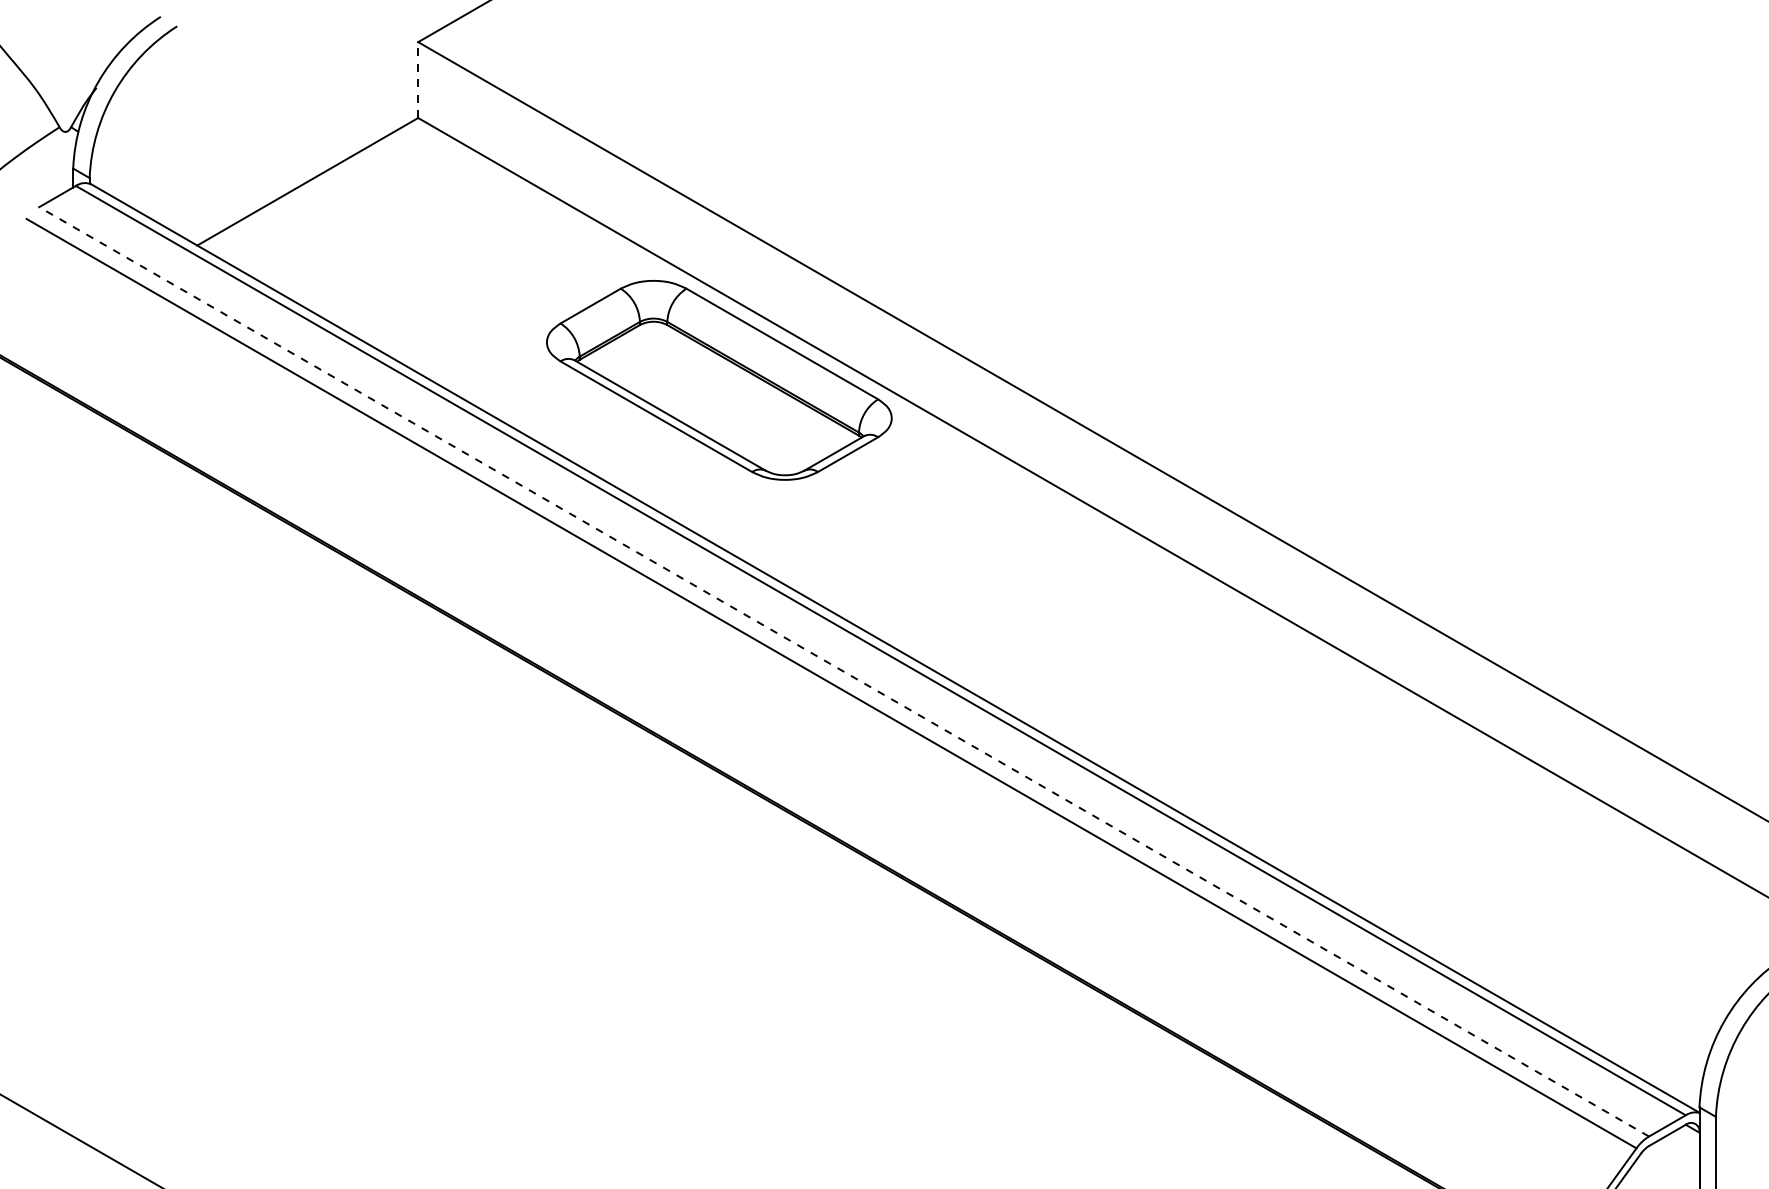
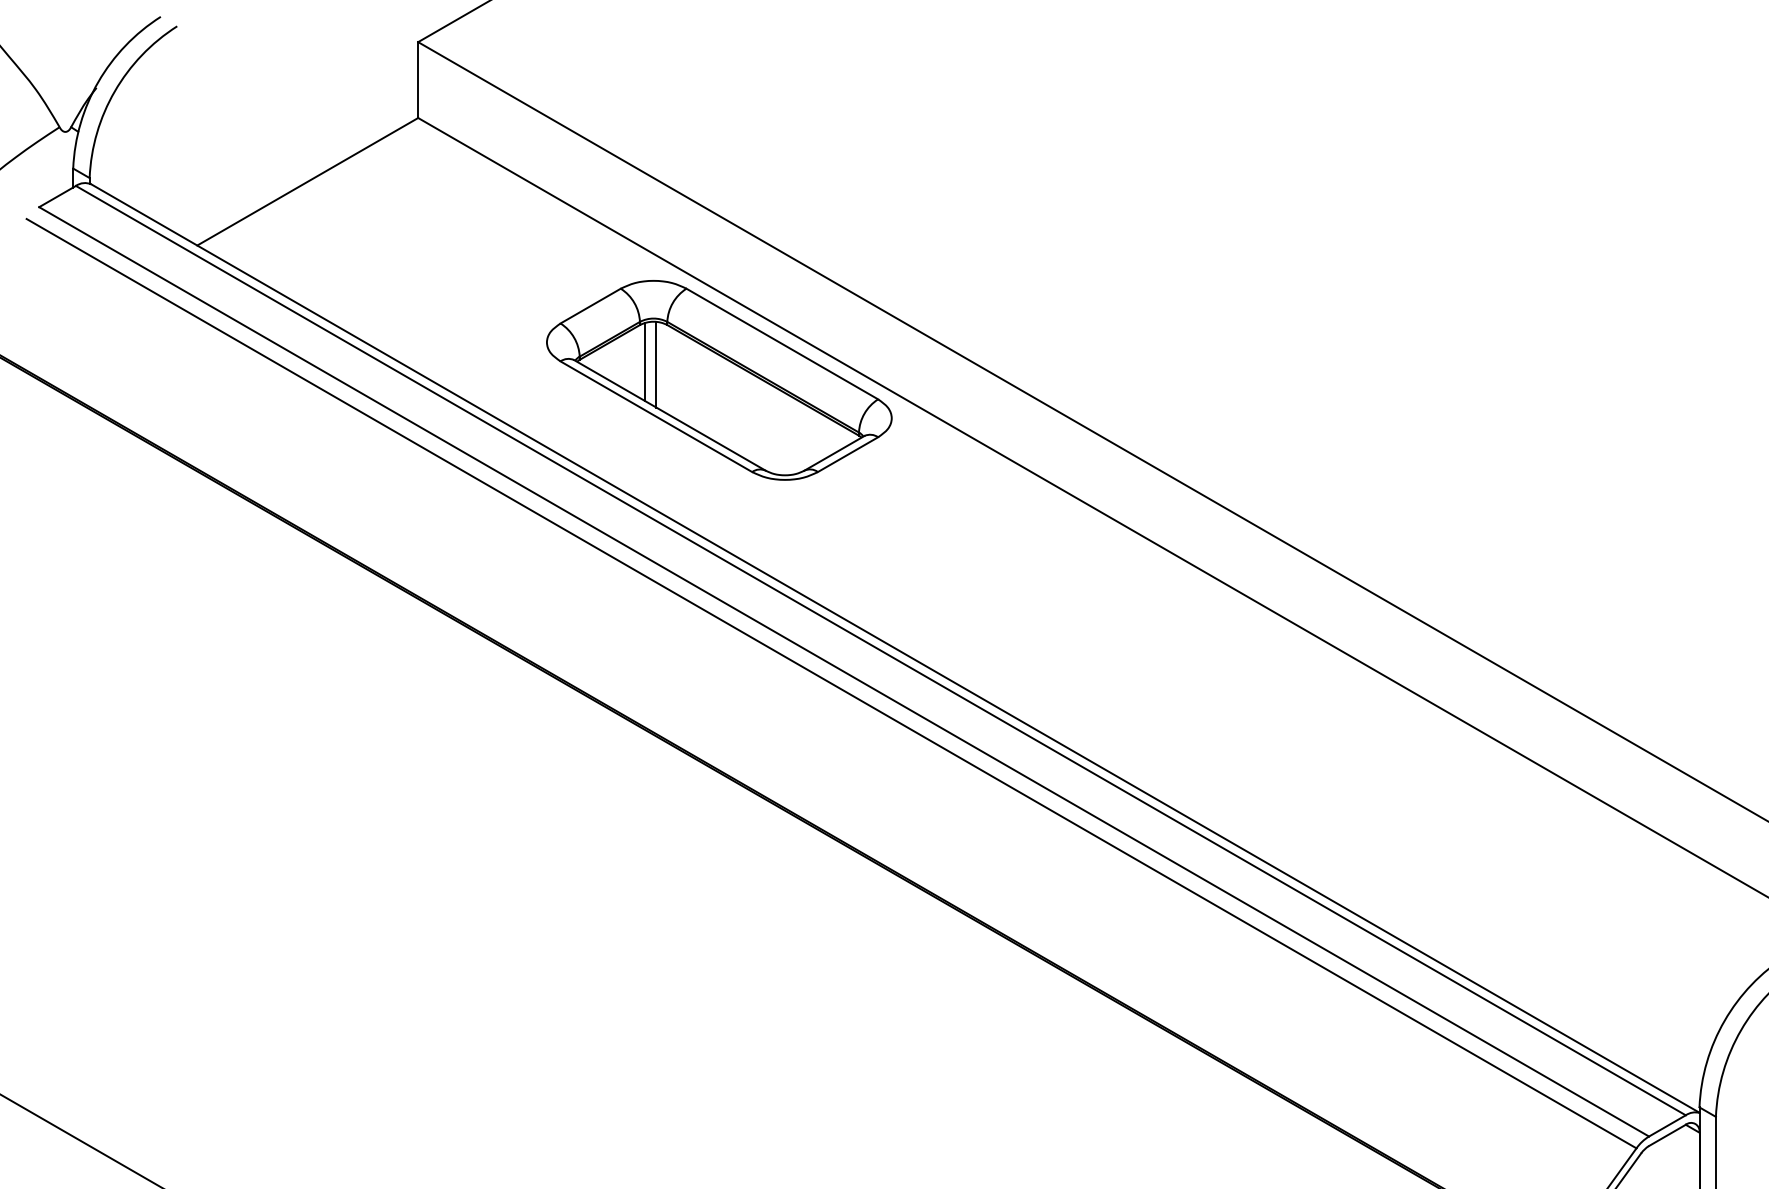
line at (418, 80): dashed -> solid
line at (645, 361): none -> present
line at (656, 364): none -> present
line at (843, 671): dashed -> solid
